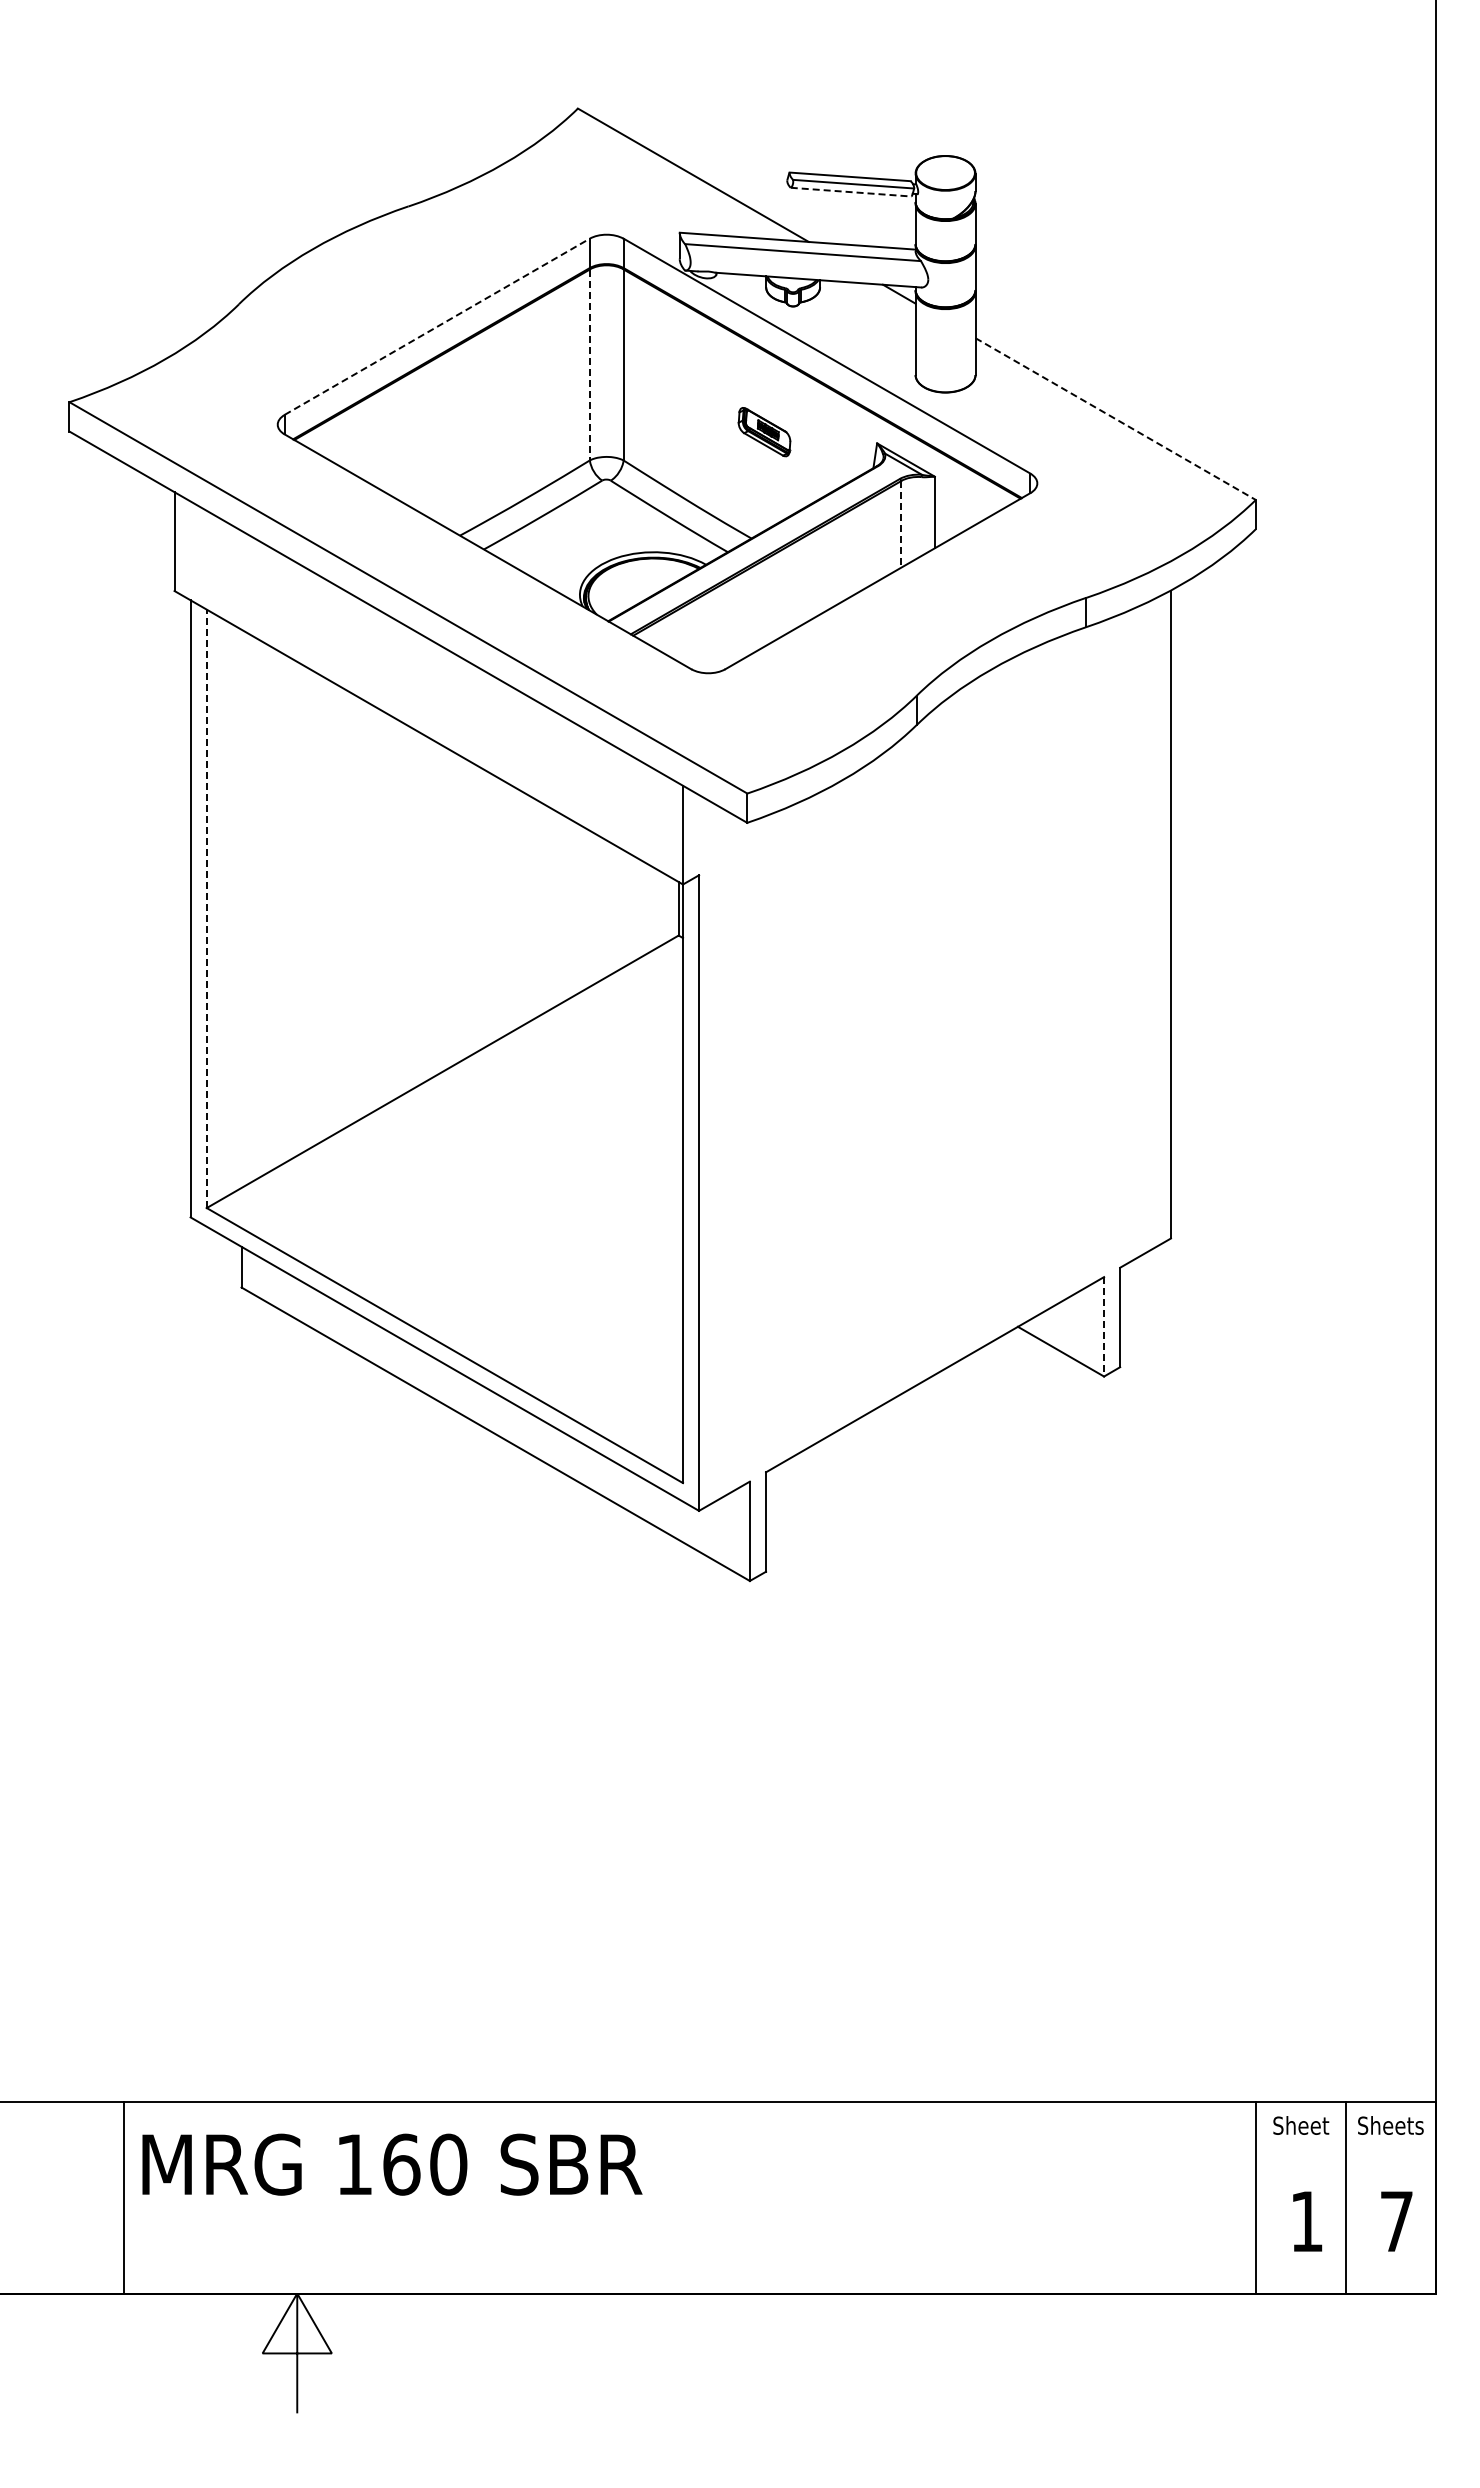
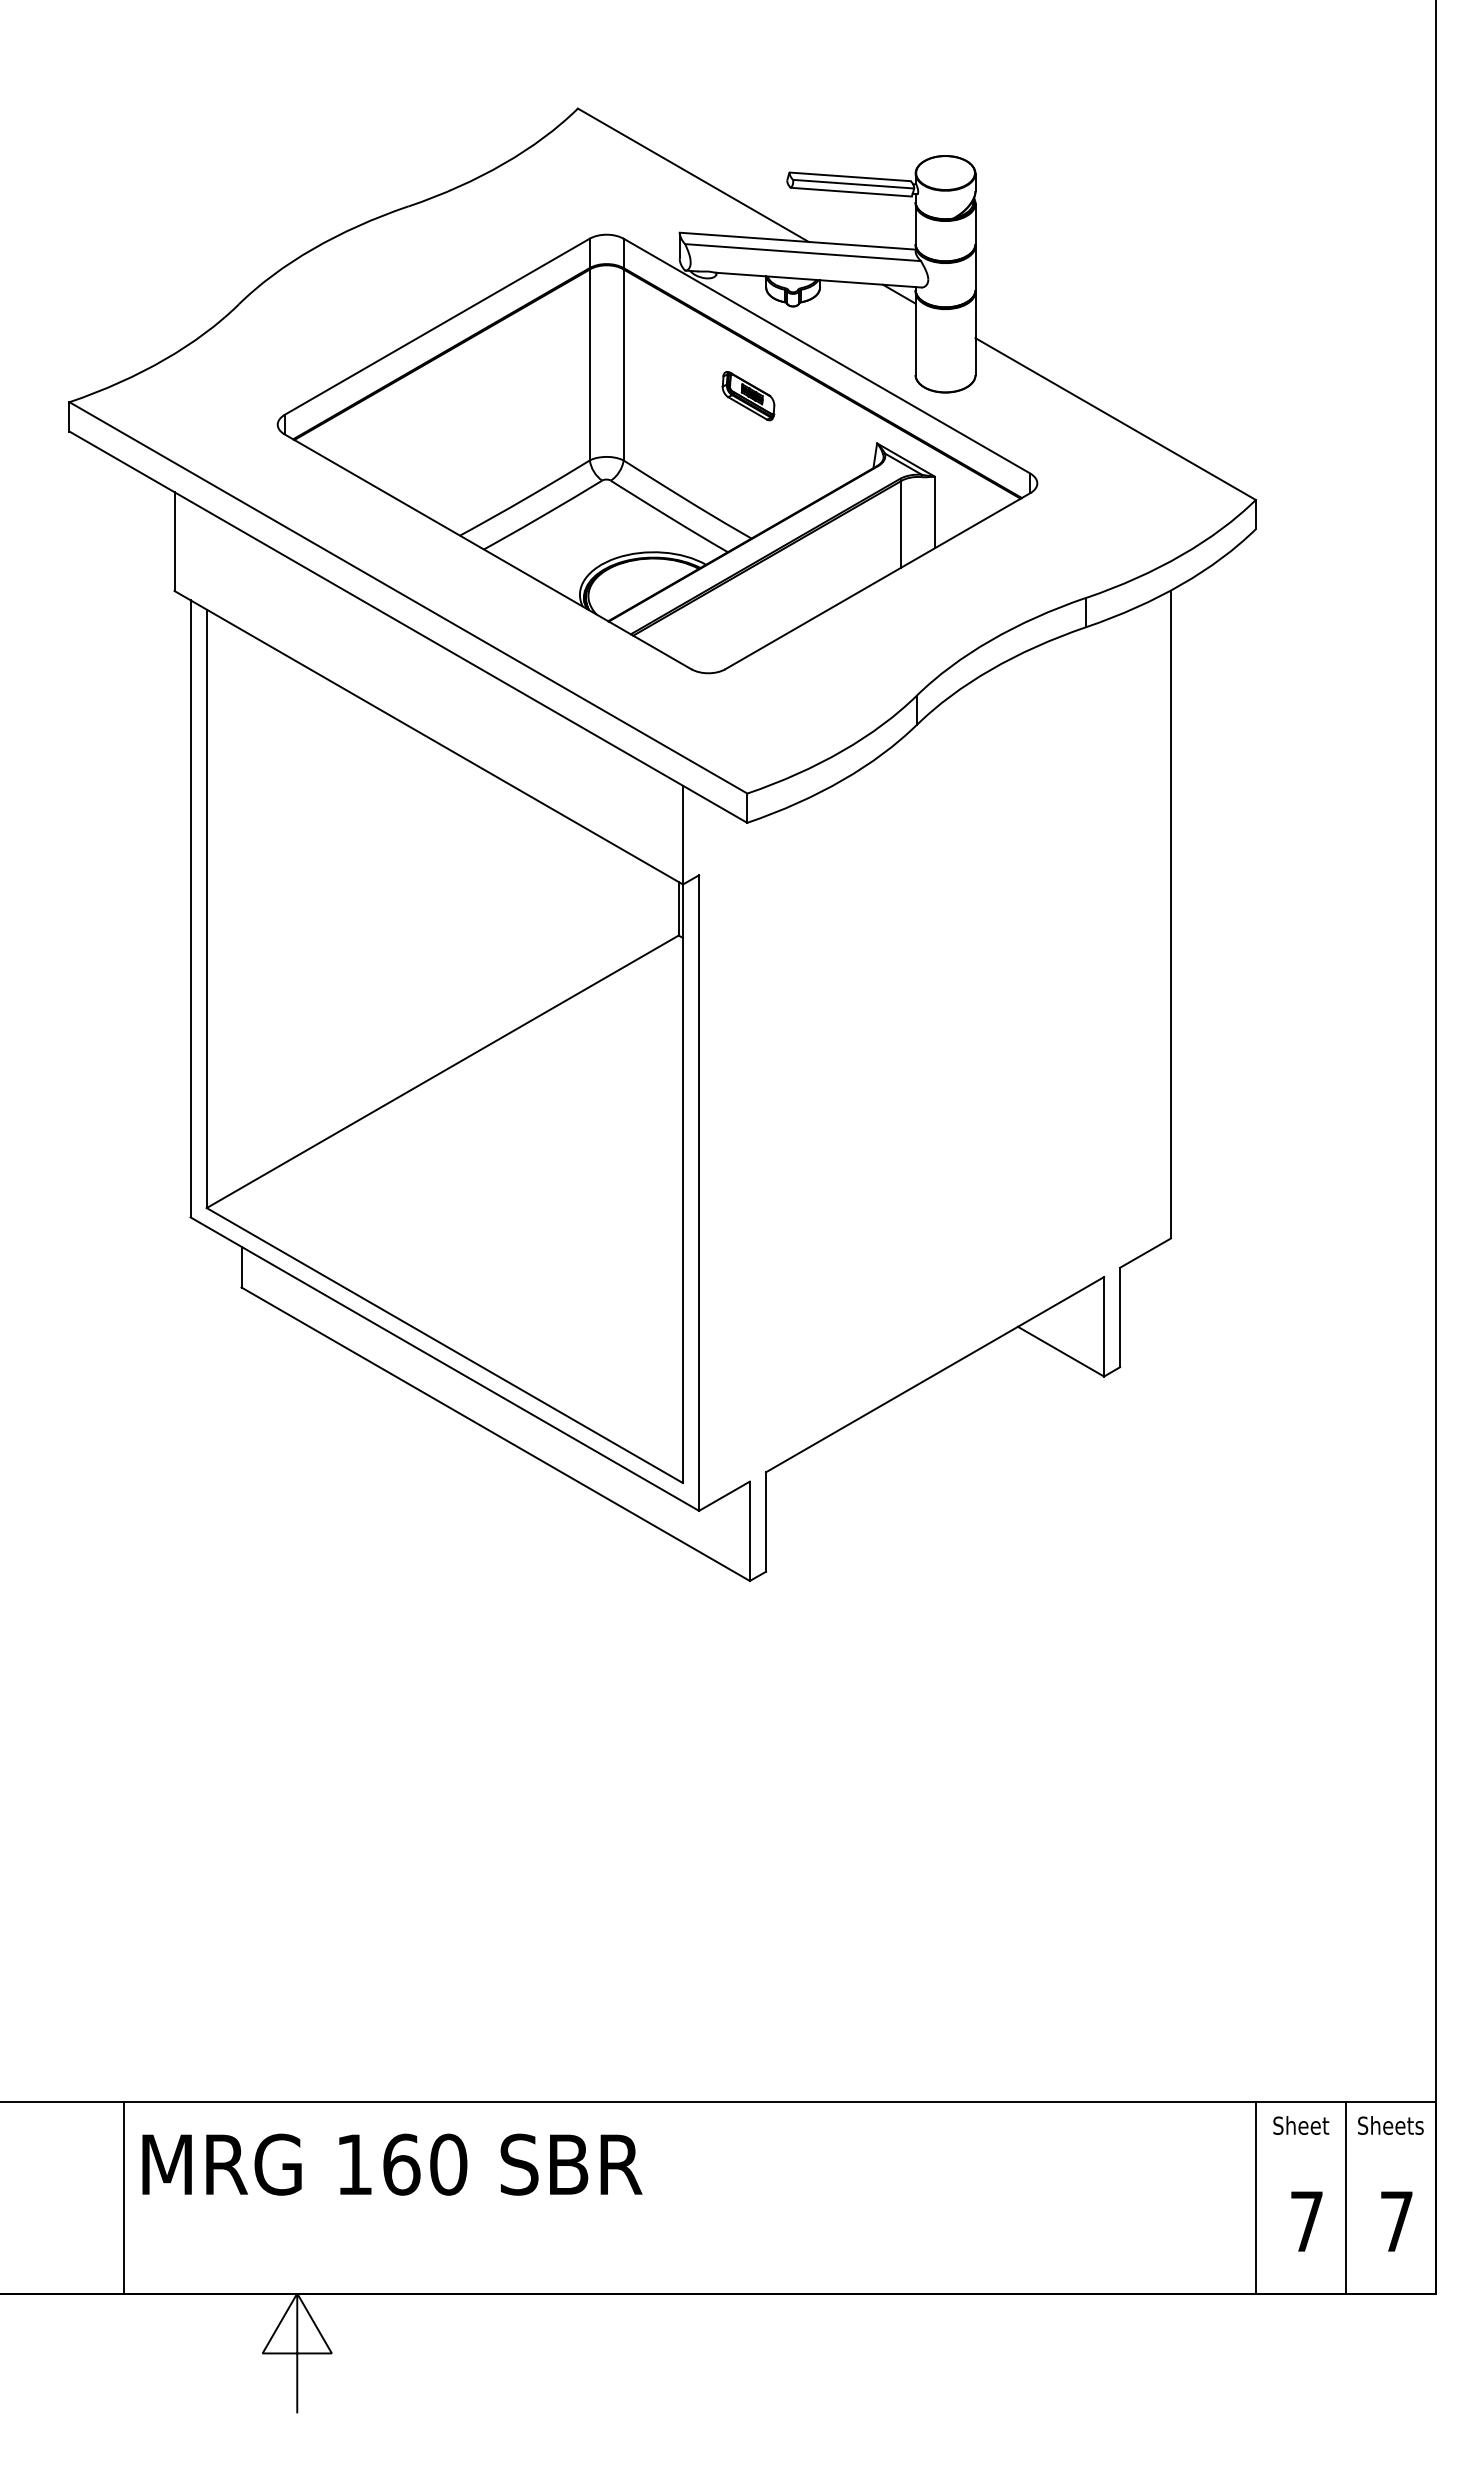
line at (851, 192): dashed -> solid
line at (437, 326): dashed -> solid
line at (589, 365): dashed -> solid
line at (1115, 419): dashed -> solid
part at (764, 432) position: (764, 432) -> (748, 396)
line at (901, 524): dashed -> solid
line at (206, 908): dashed -> solid
line at (1104, 1326): dashed -> solid
text at (1306, 2221): 1 -> 7
